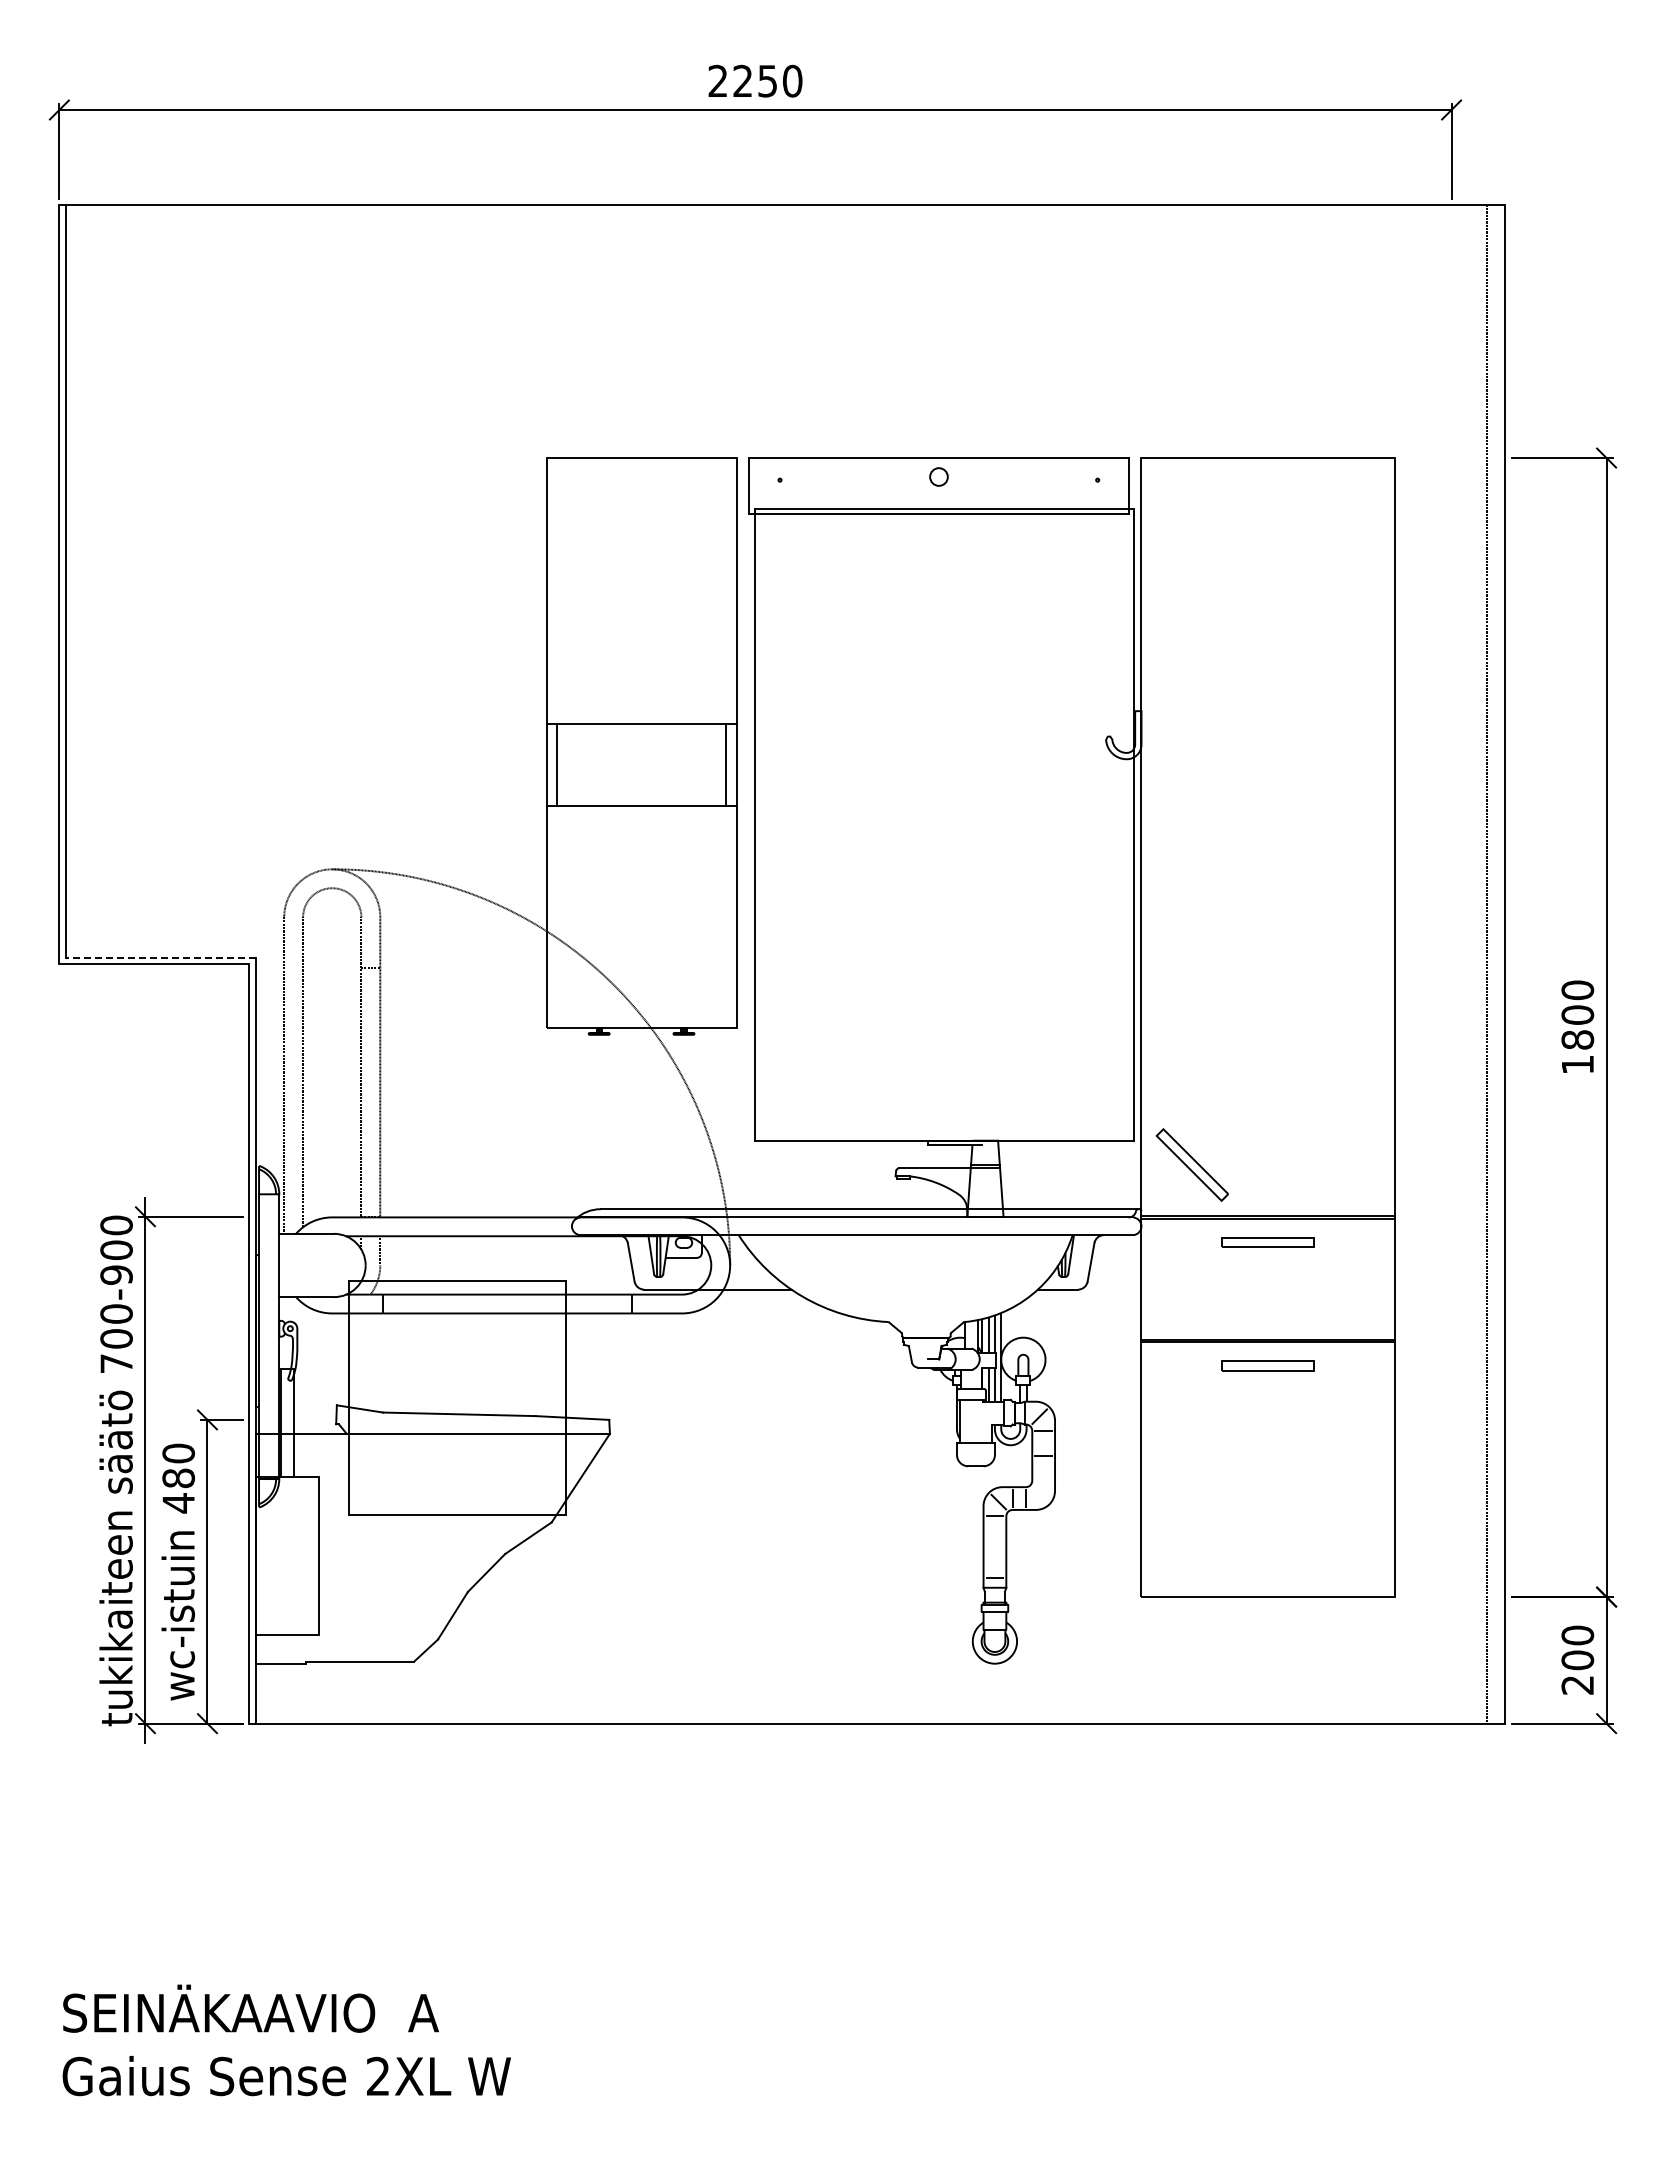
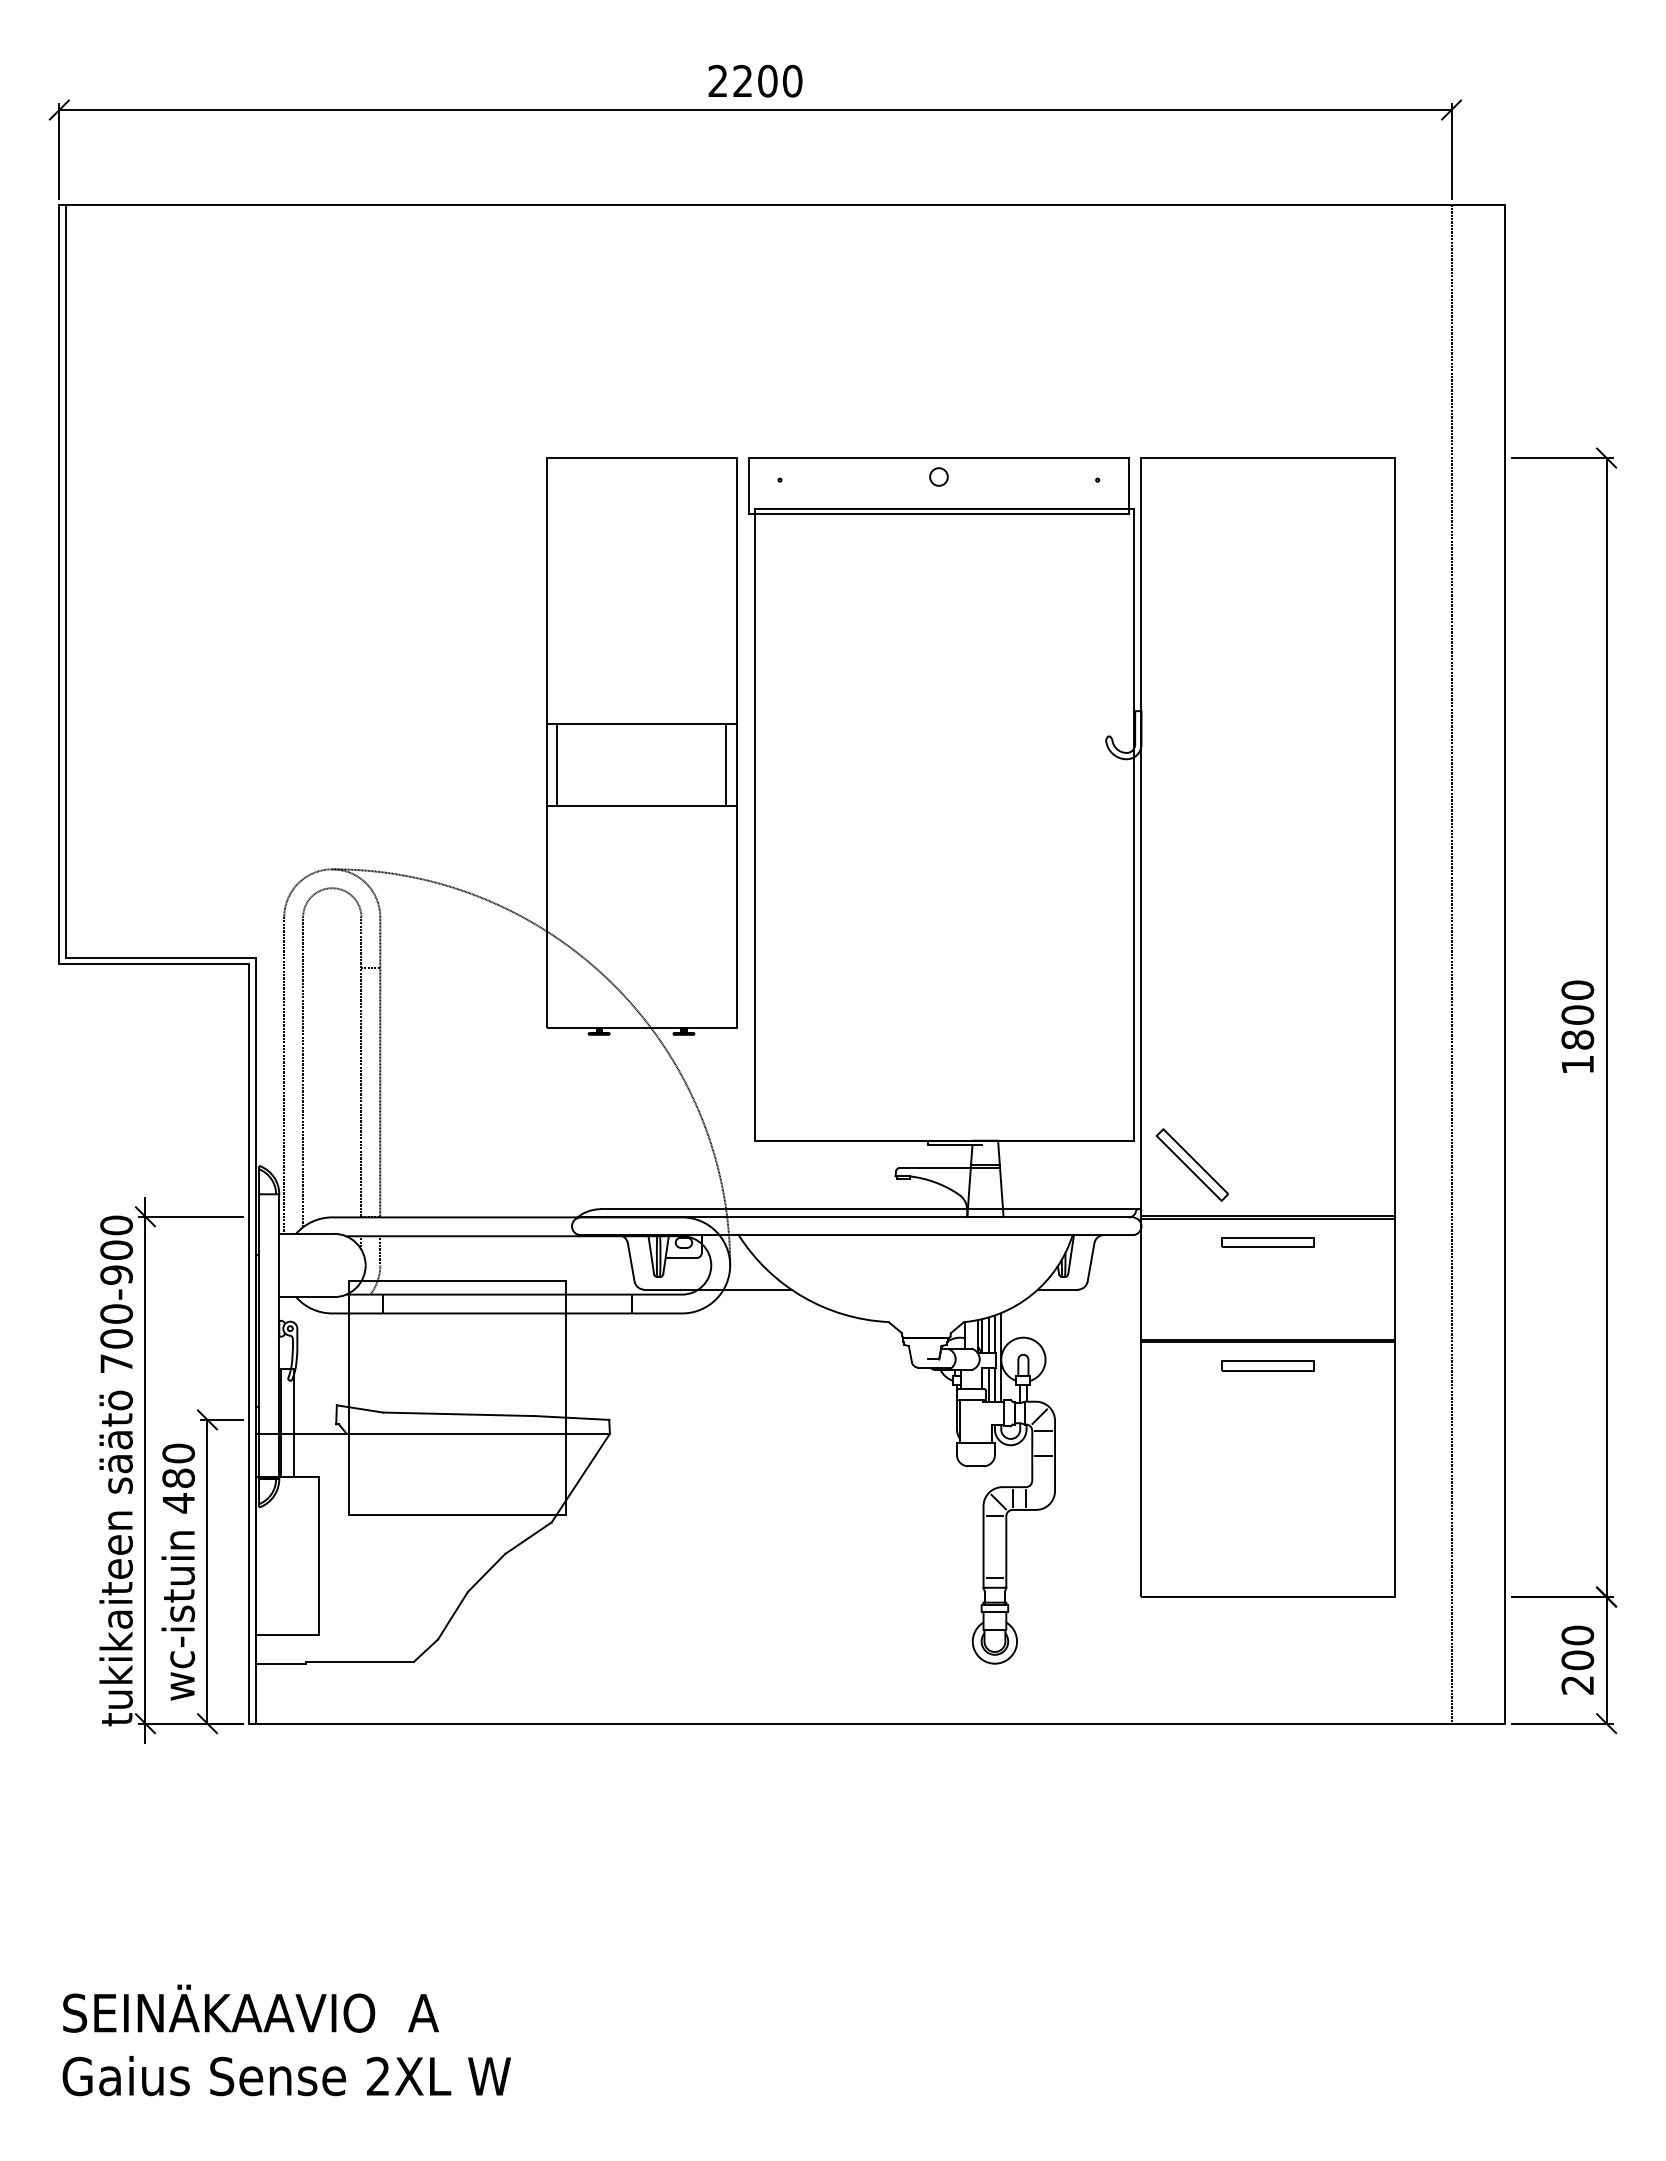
text at (767, 80): 2250 -> 2200
line at (160, 957): dashed -> solid
line at (1486, 963) position: (1486, 963) -> (1451, 963)
